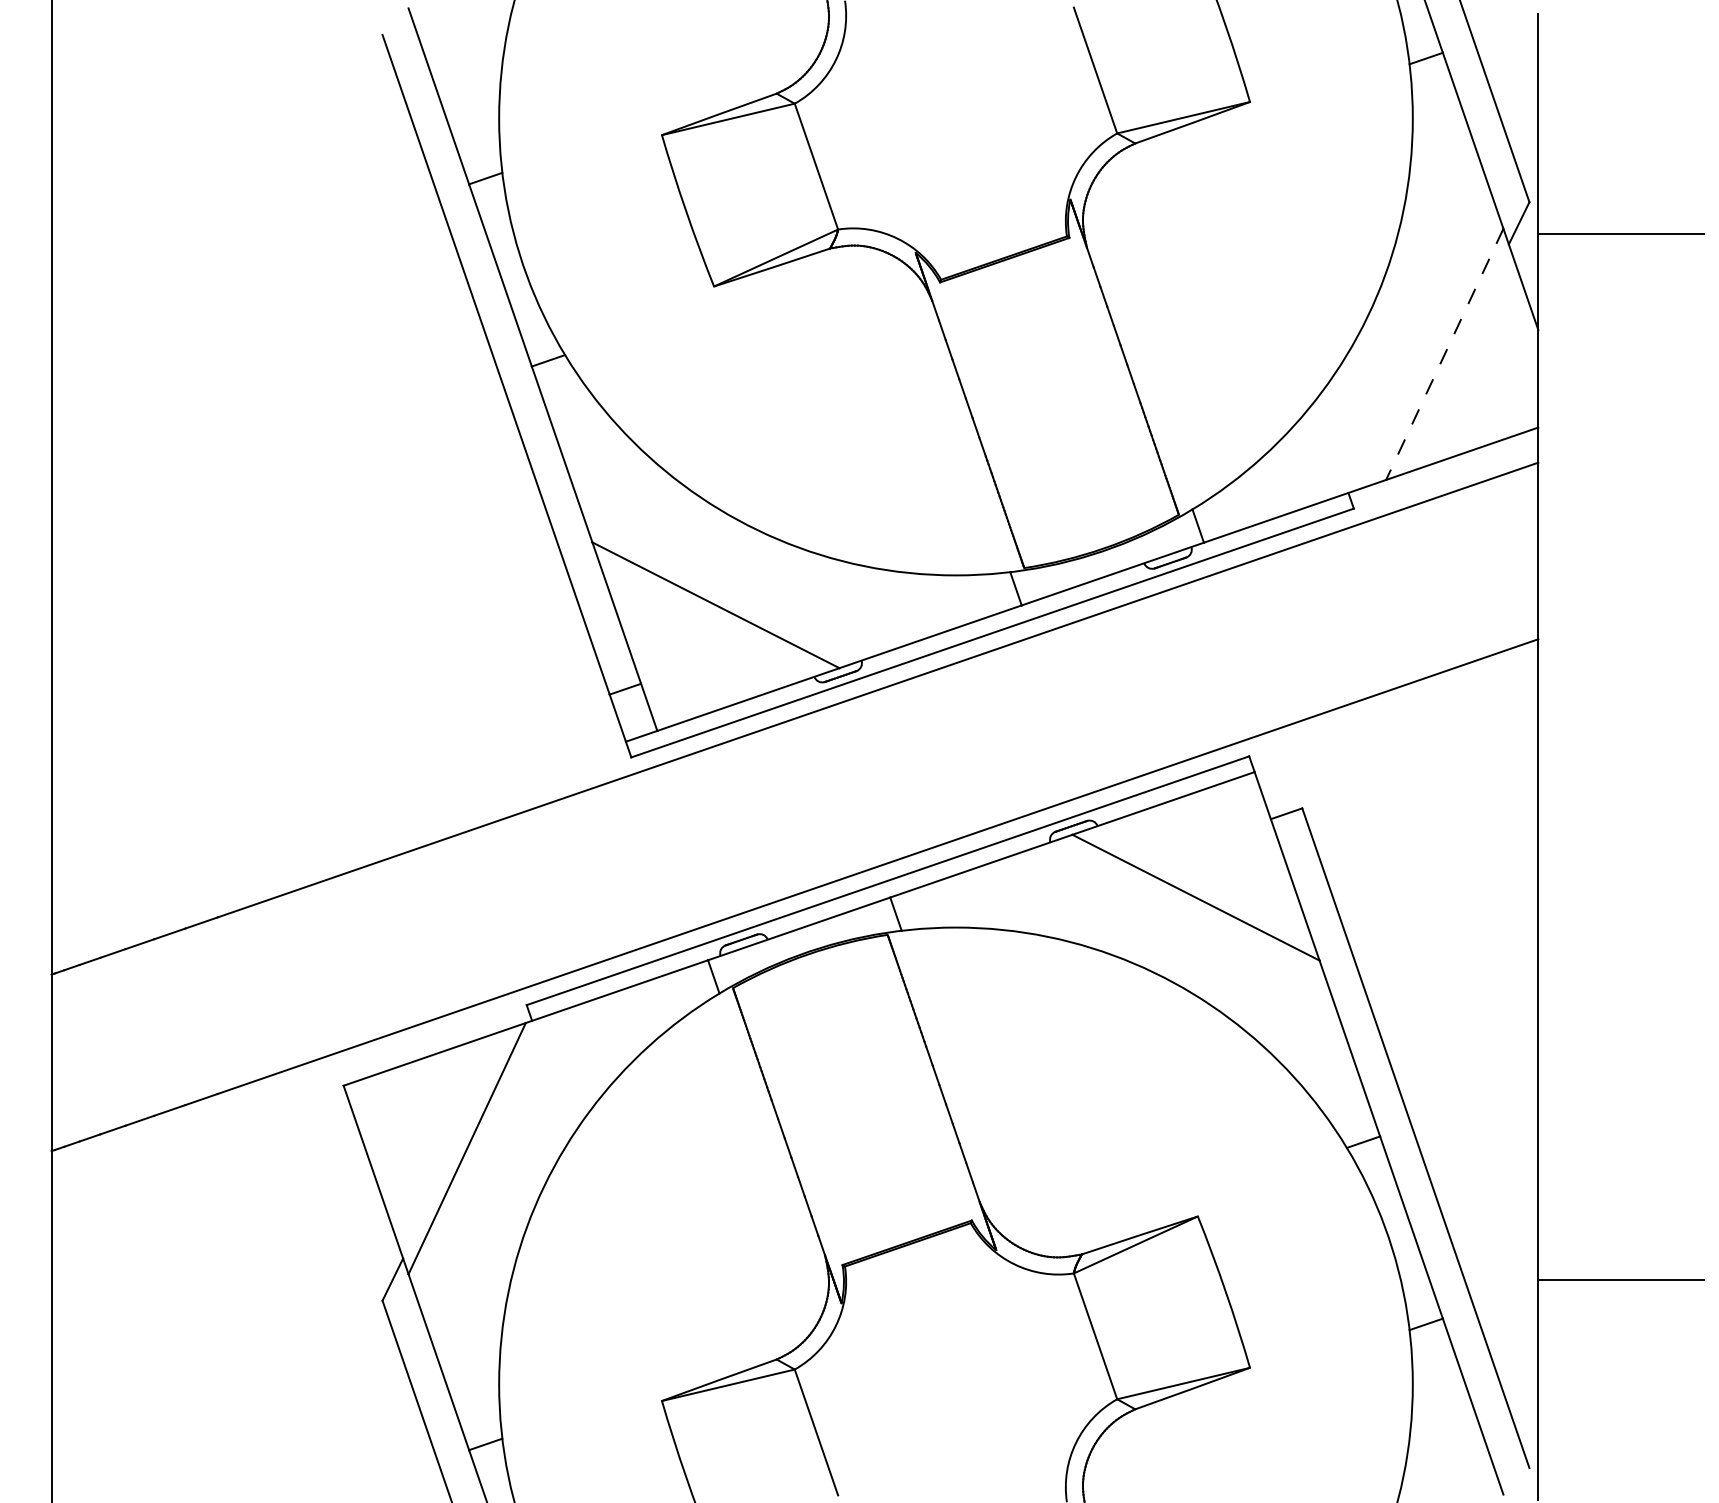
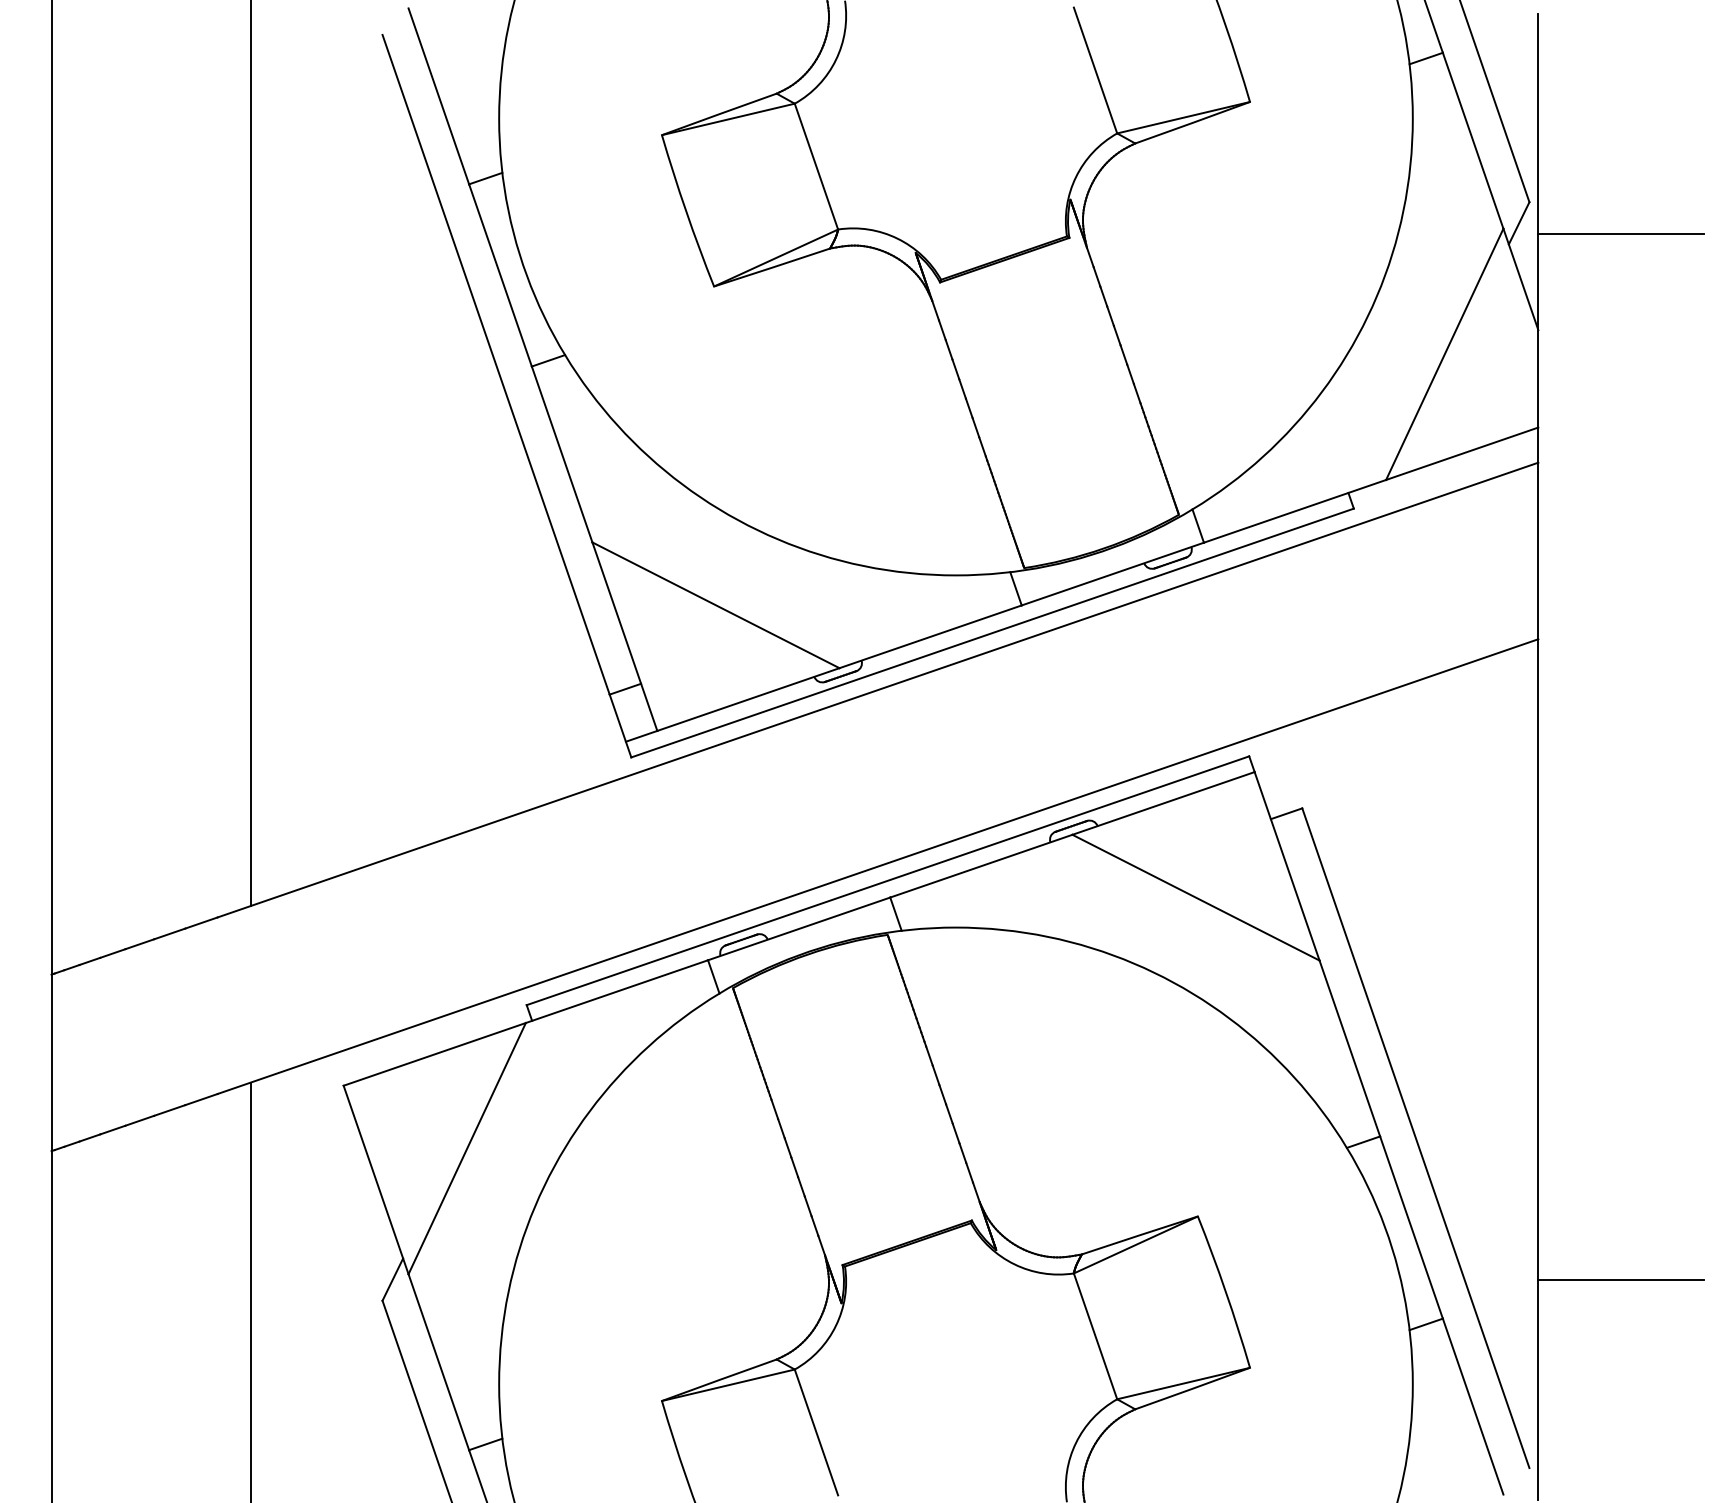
line at (1444, 354): dashed -> solid
line at (250, 454): none -> present
line at (250, 1290): none -> present
